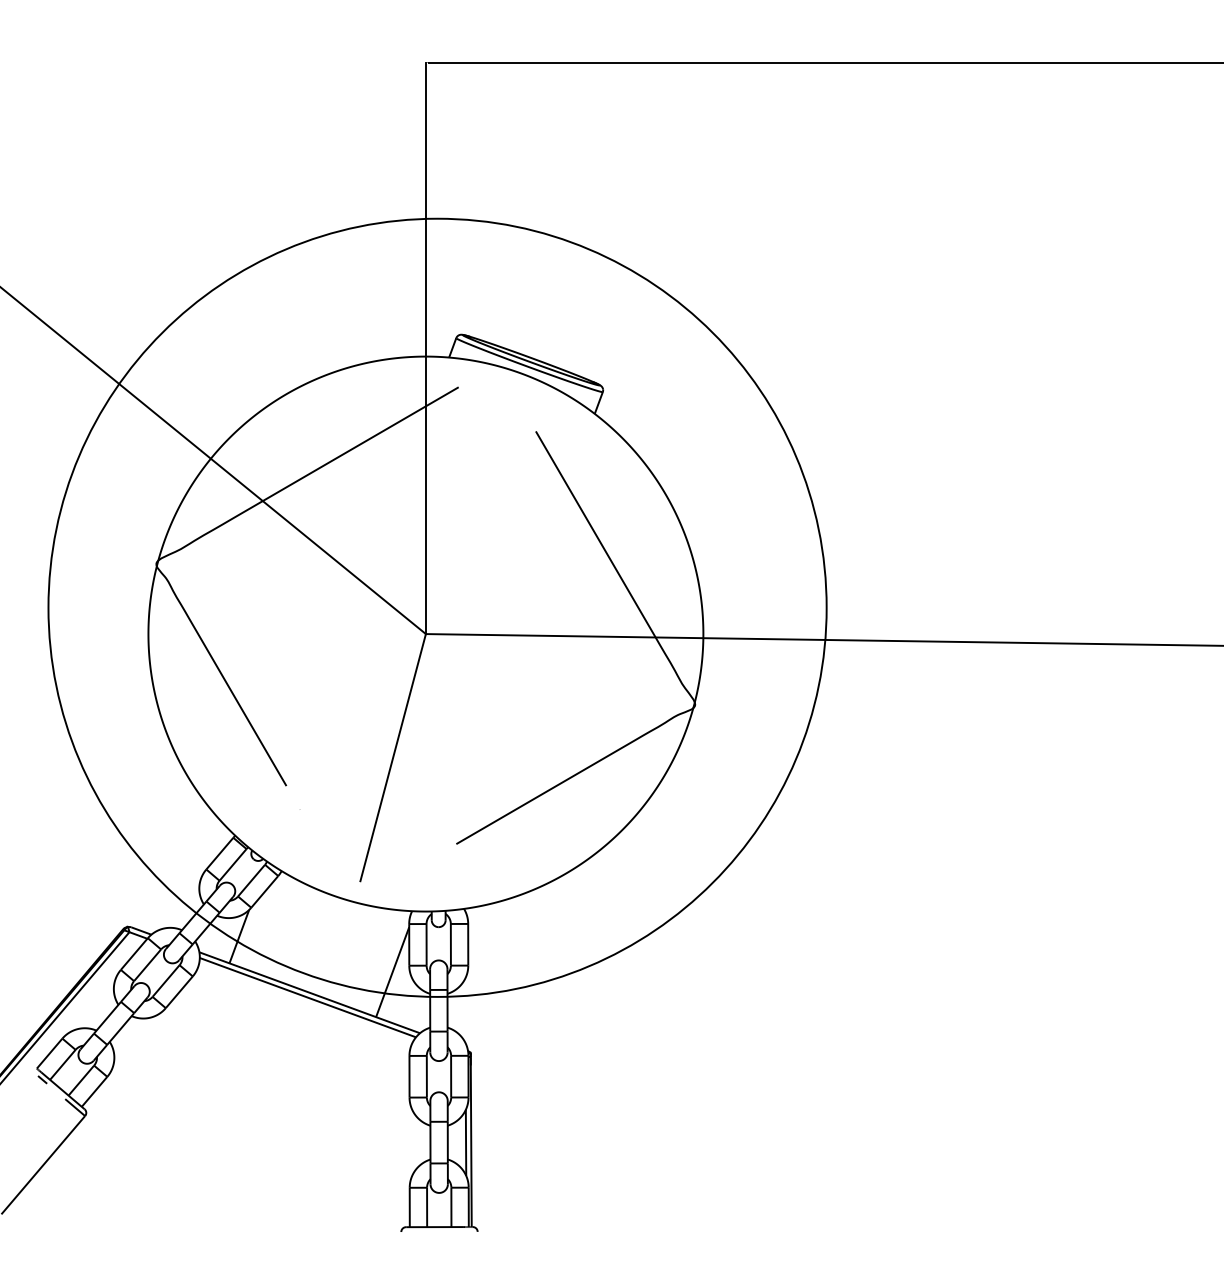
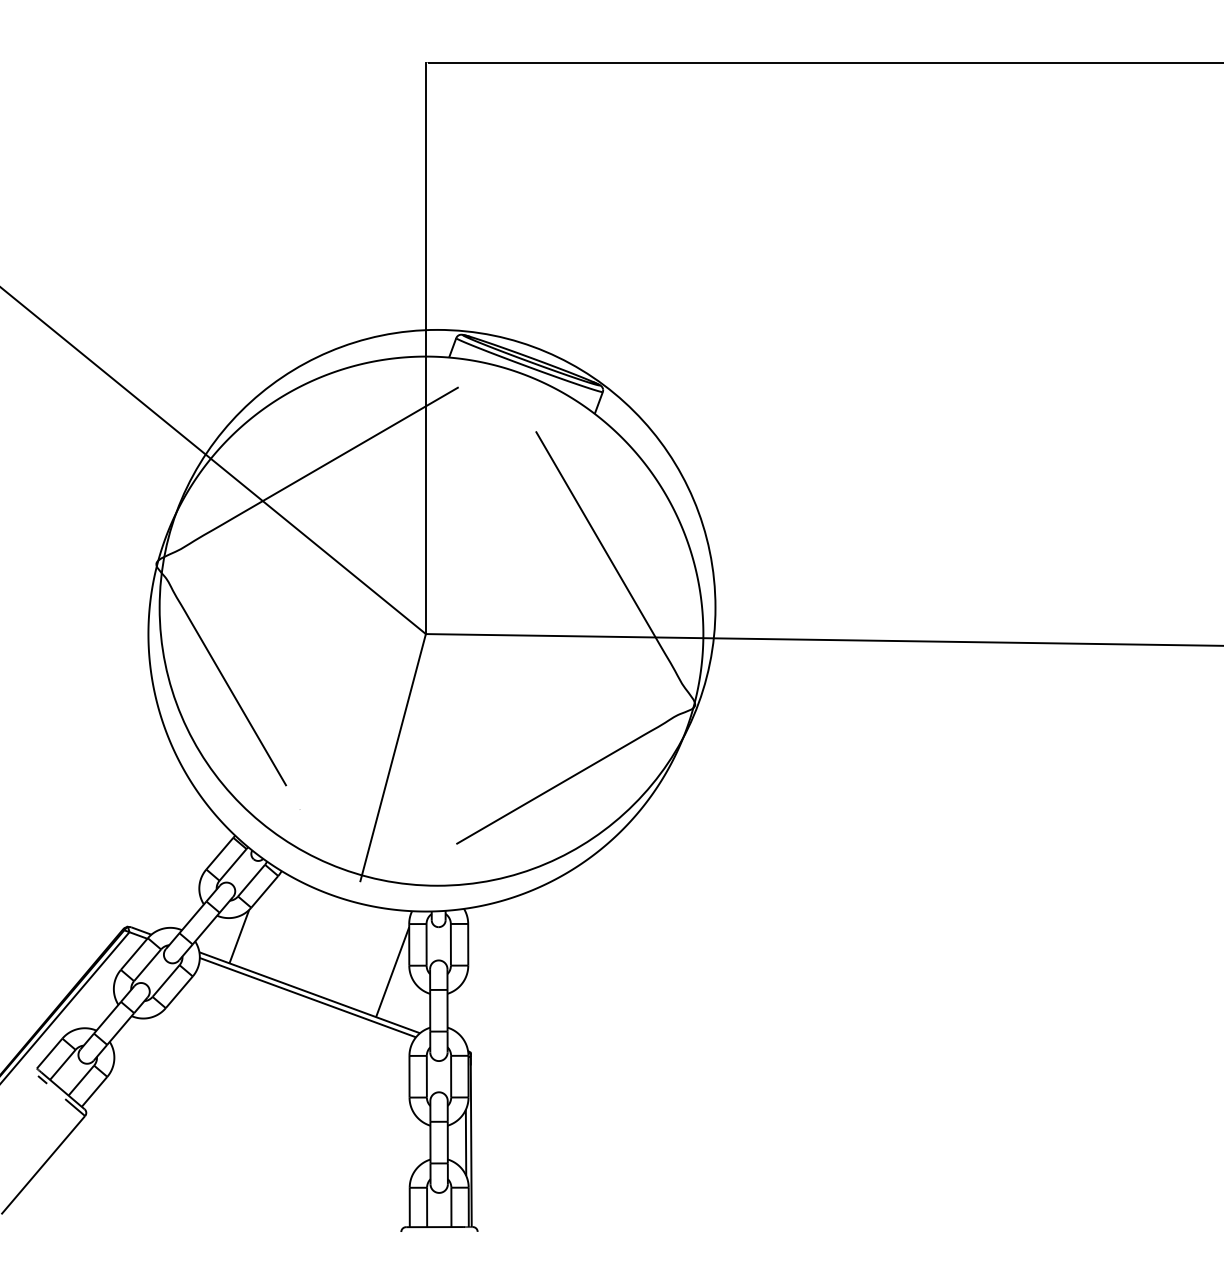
circle at (437, 607) diameter: 778 px -> 556 px
